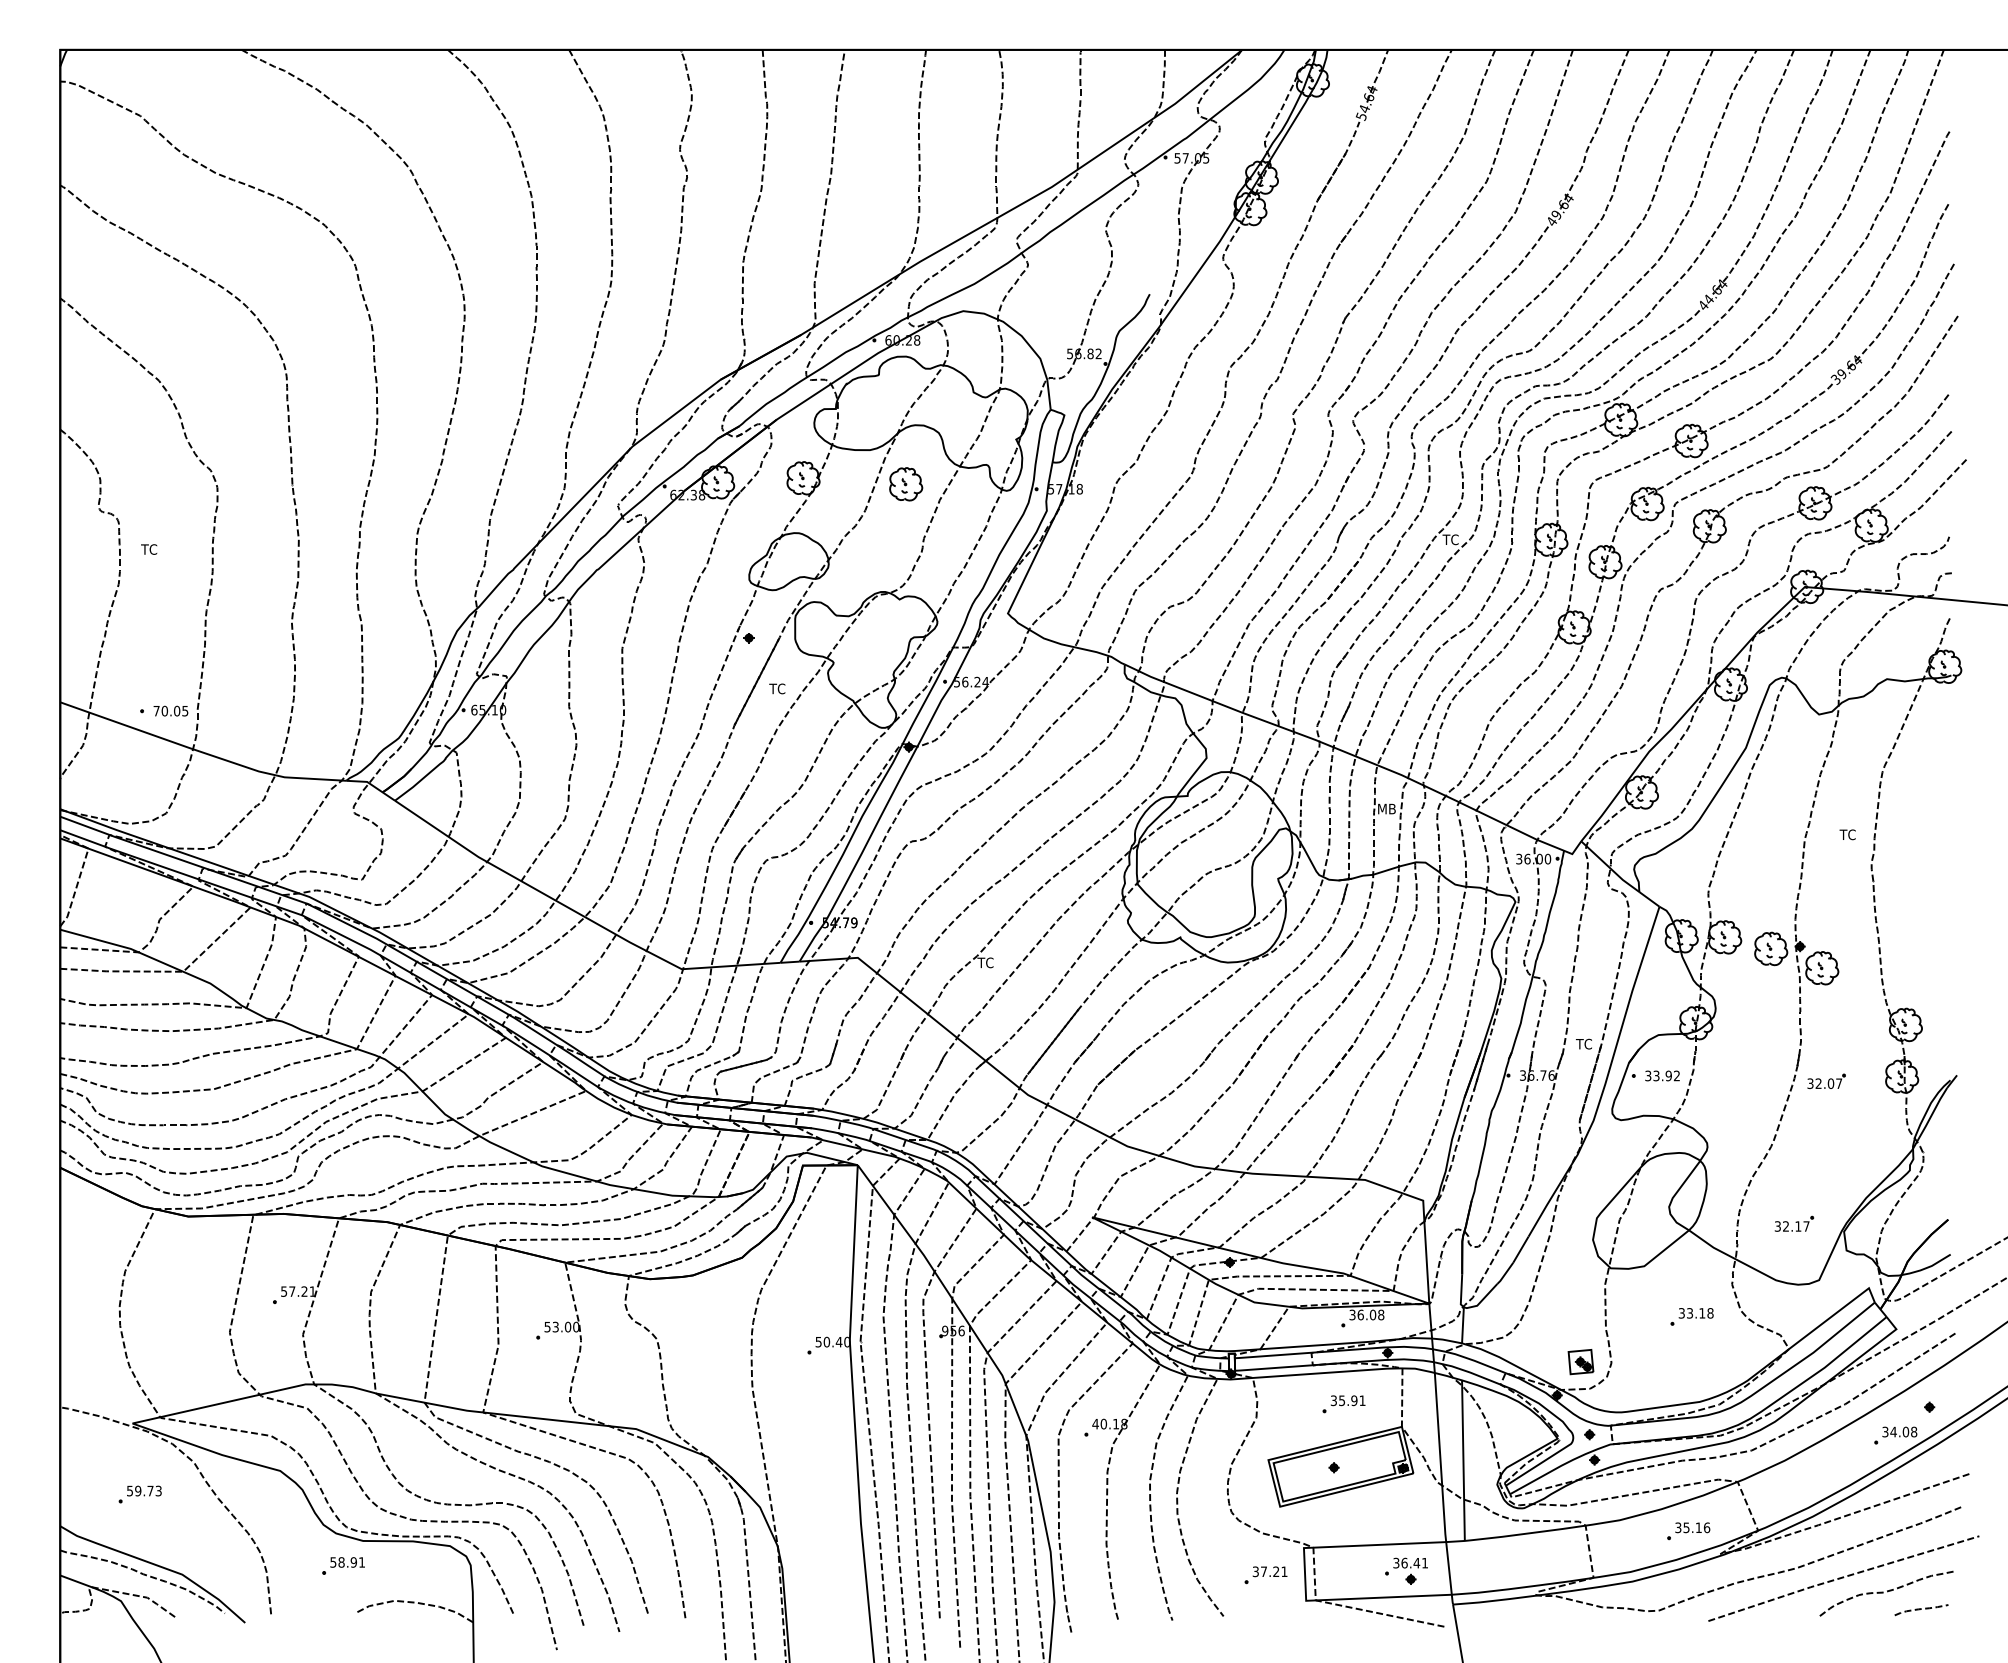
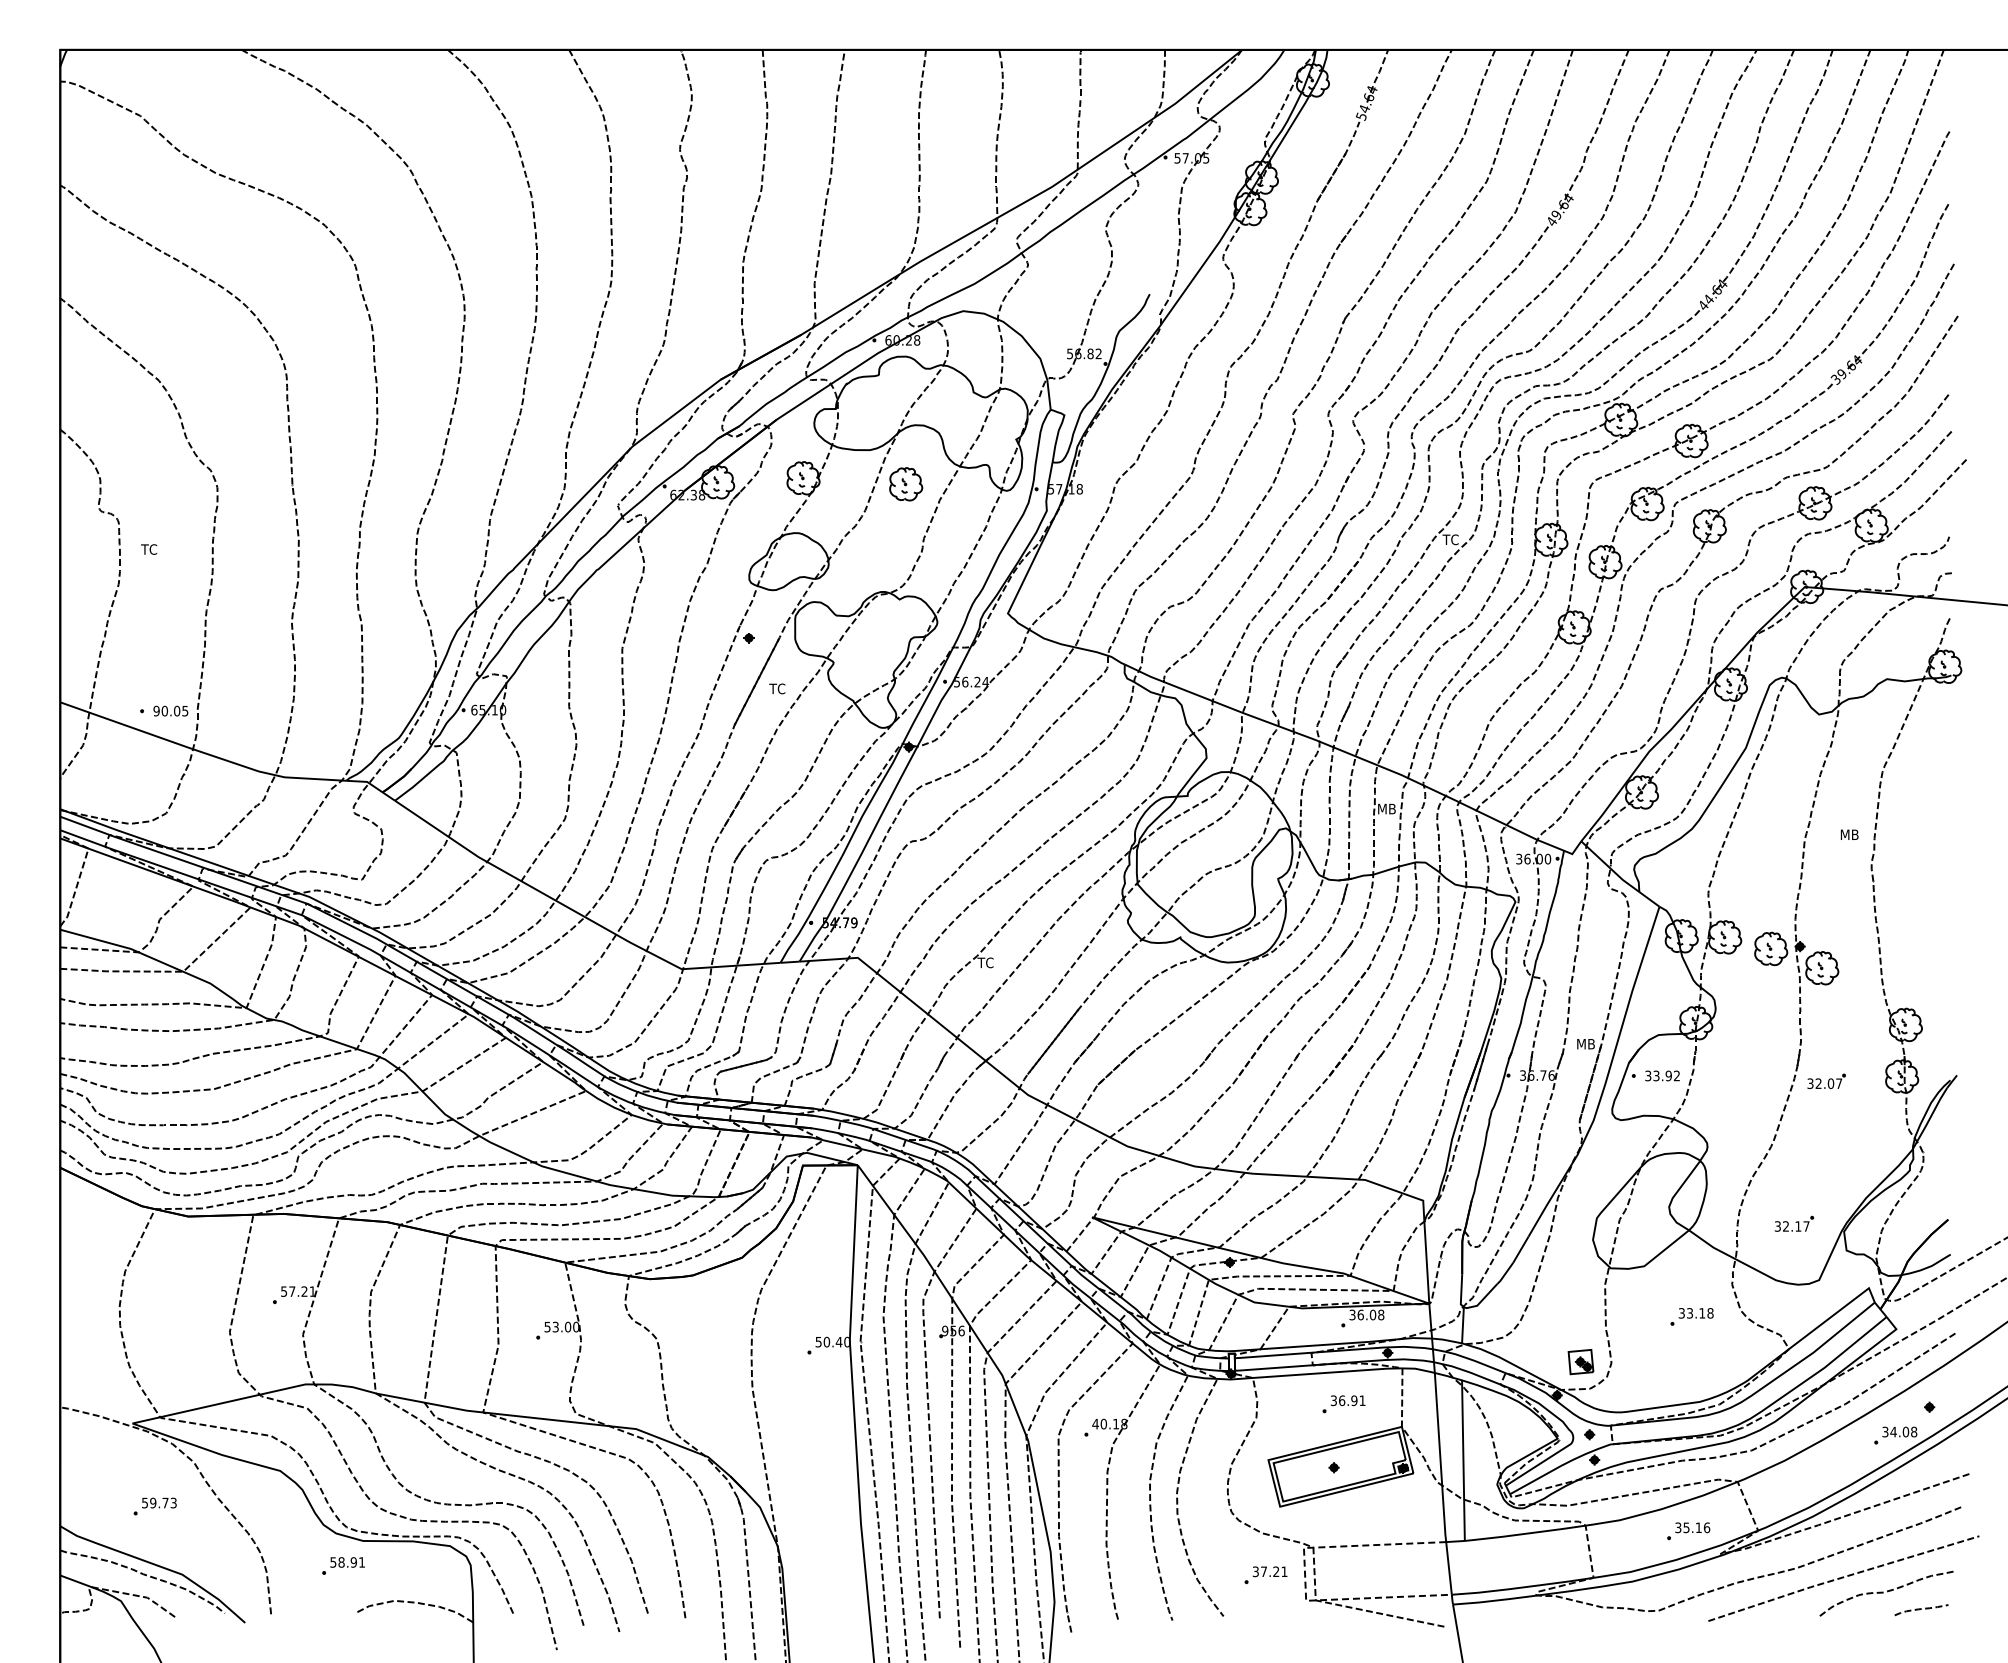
text at (156, 710): 70.05 -> 90.05
text at (1848, 834): TC -> MB
text at (1584, 1043): TC -> MB
text at (1342, 1400): 35.91 -> 36.91
part at (139, 1494) position: (139, 1494) -> (154, 1506)
part at (1406, 1570): present -> none
line at (1305, 1575): solid -> dashed
